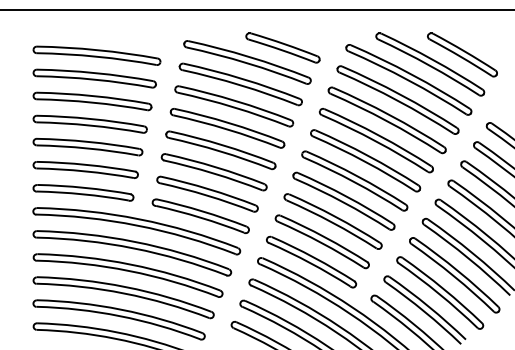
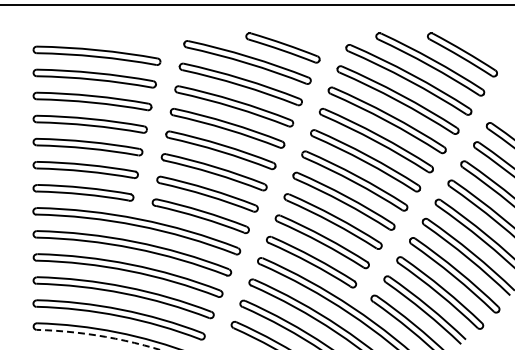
line at (256, 10) position: (256, 10) -> (256, 5)
arc at (98, 335): solid -> dashed
